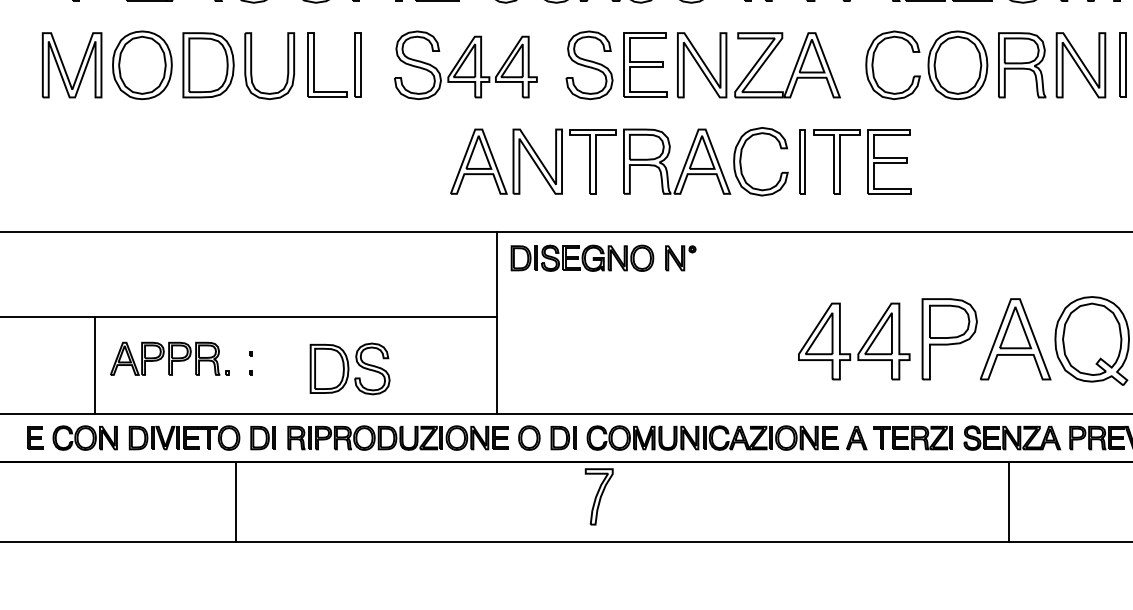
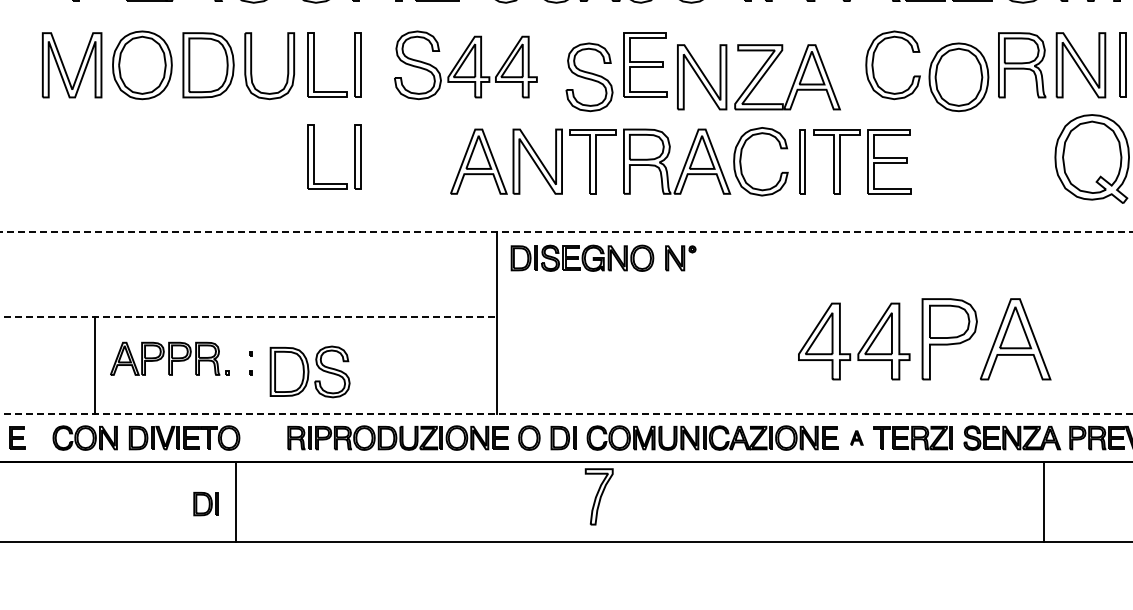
part at (589, 65) position: (589, 65) -> (589, 77)
part at (758, 65) position: (758, 65) -> (758, 77)
part at (957, 65) position: (957, 65) -> (958, 77)
part at (314, 156): none -> present
line at (566, 232): solid -> dashed
line at (248, 317): solid -> dashed
part at (1091, 340) position: (1091, 340) -> (1091, 158)
part at (349, 368) position: (349, 368) -> (309, 371)
line at (567, 413): solid -> dashed
part at (35, 437) position: (35, 437) -> (17, 437)
part at (262, 437) position: (262, 437) -> (205, 503)
part at (856, 437) size: 22x26 px -> 14x16 px
line at (1008, 501) position: (1008, 501) -> (1043, 501)
